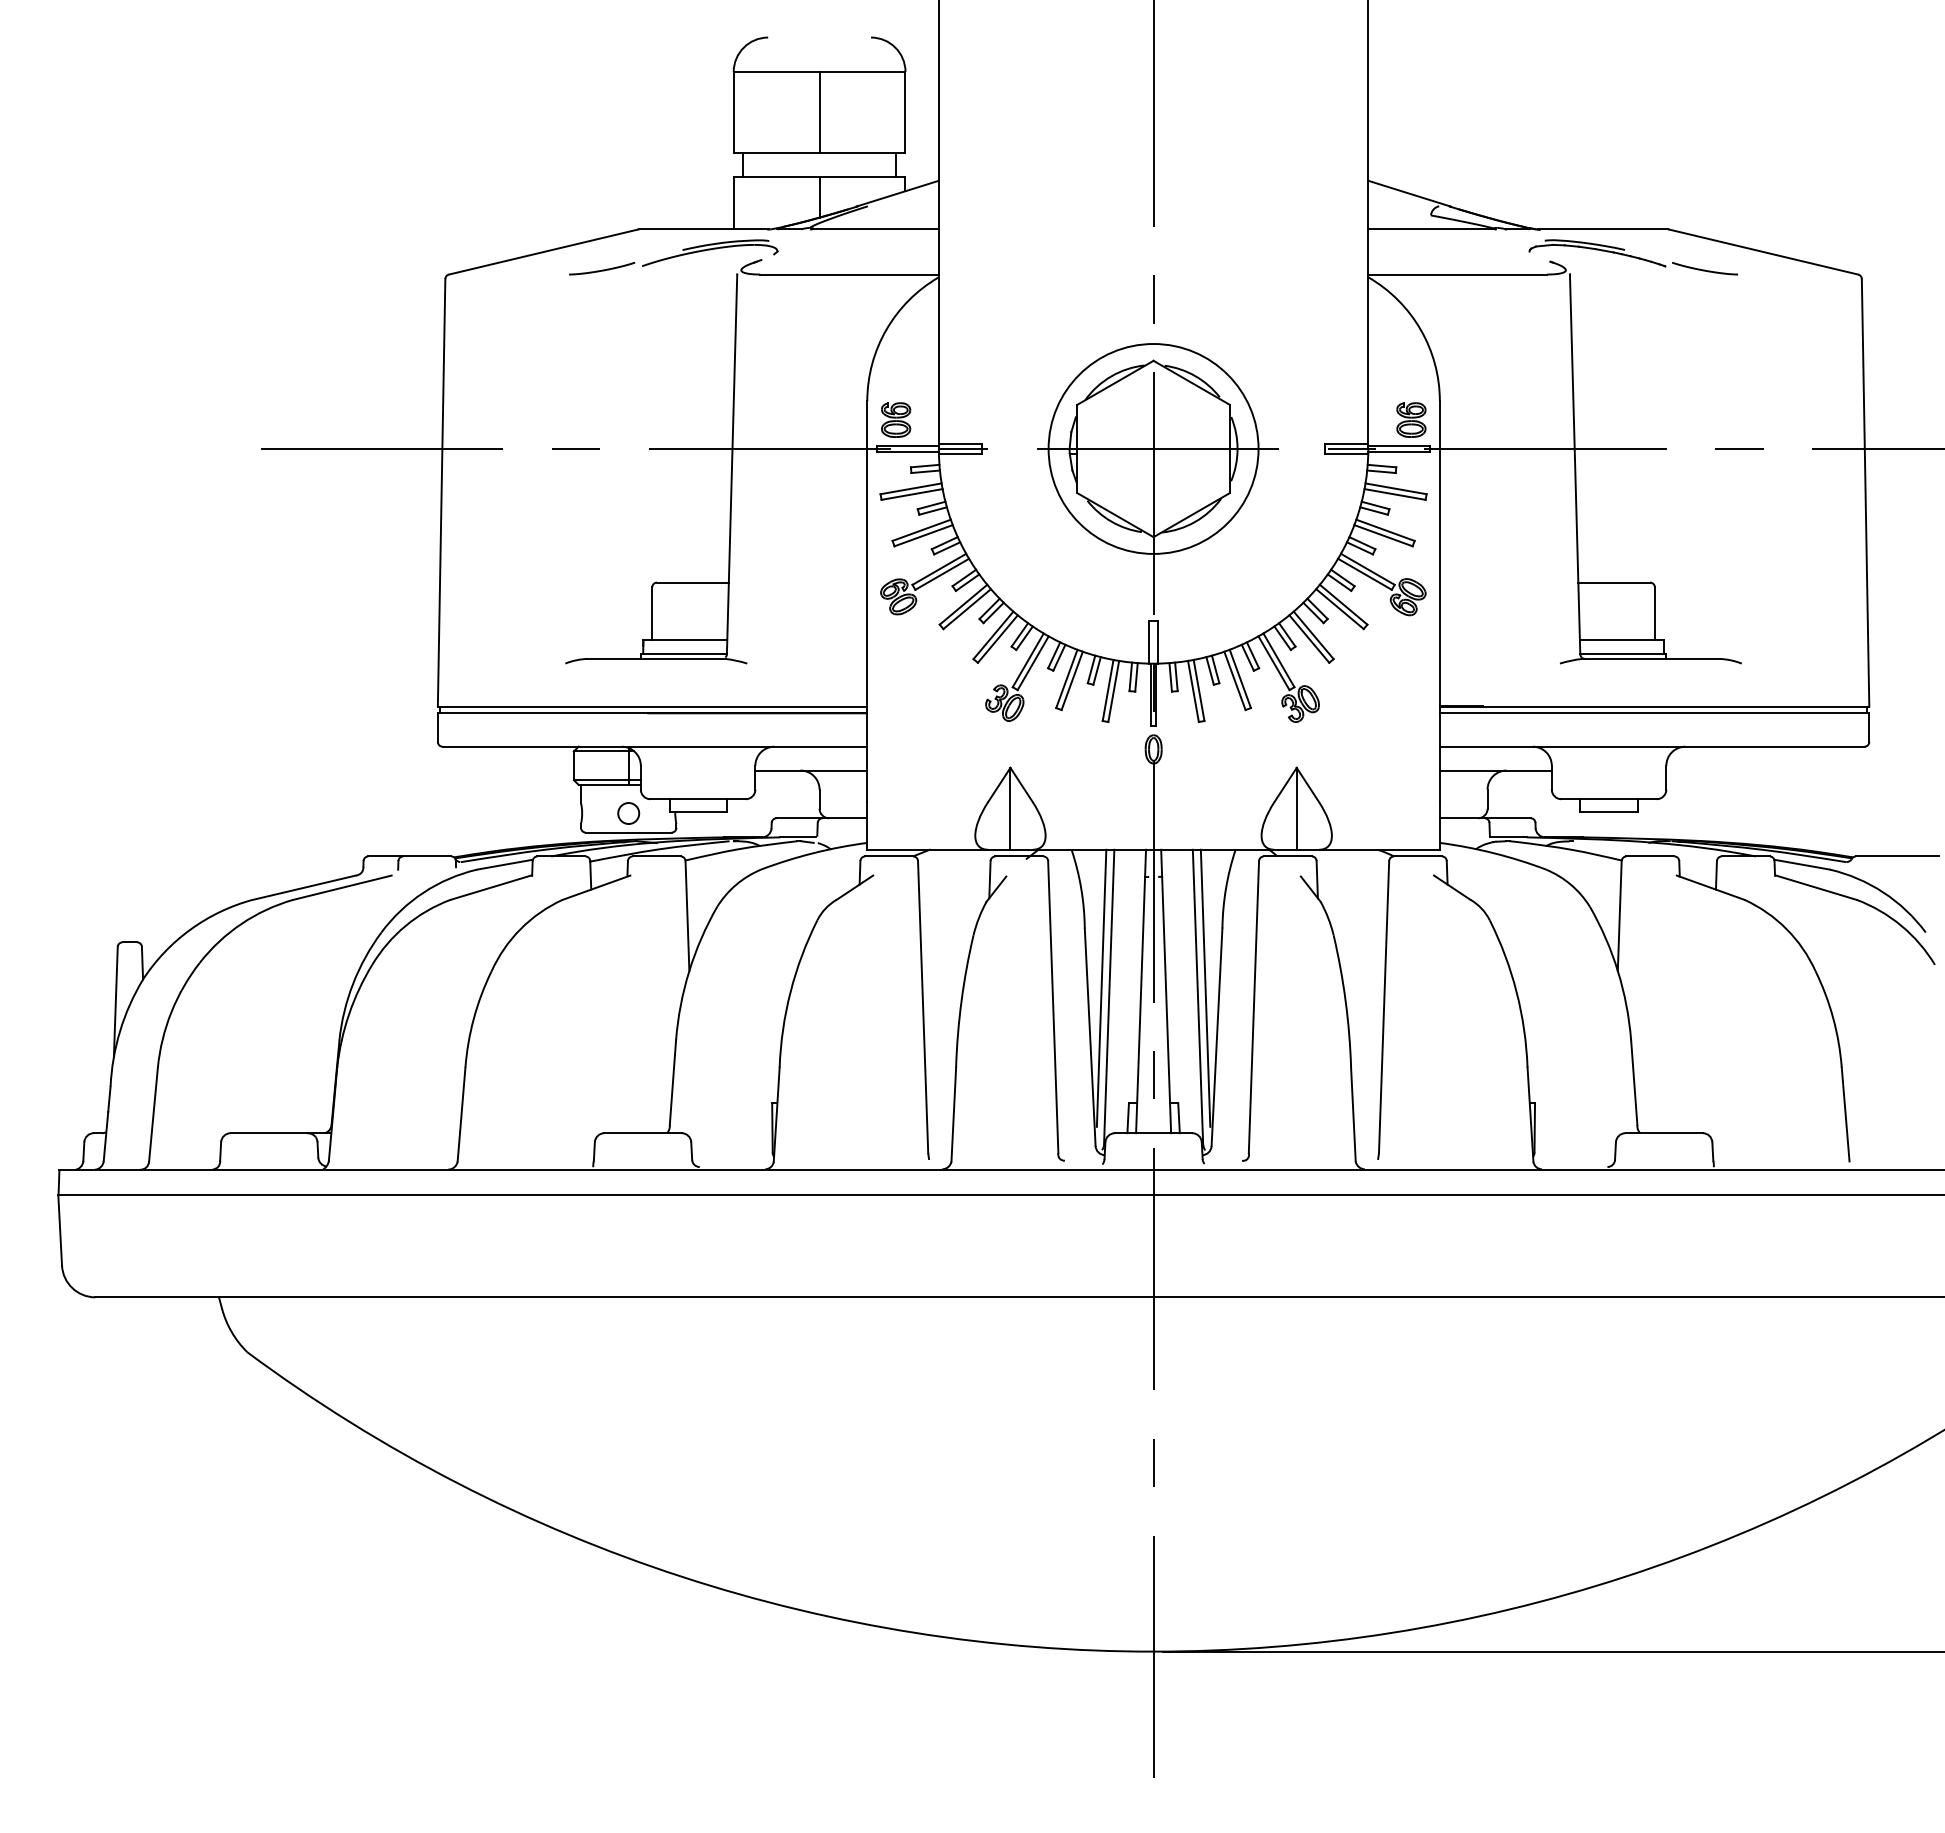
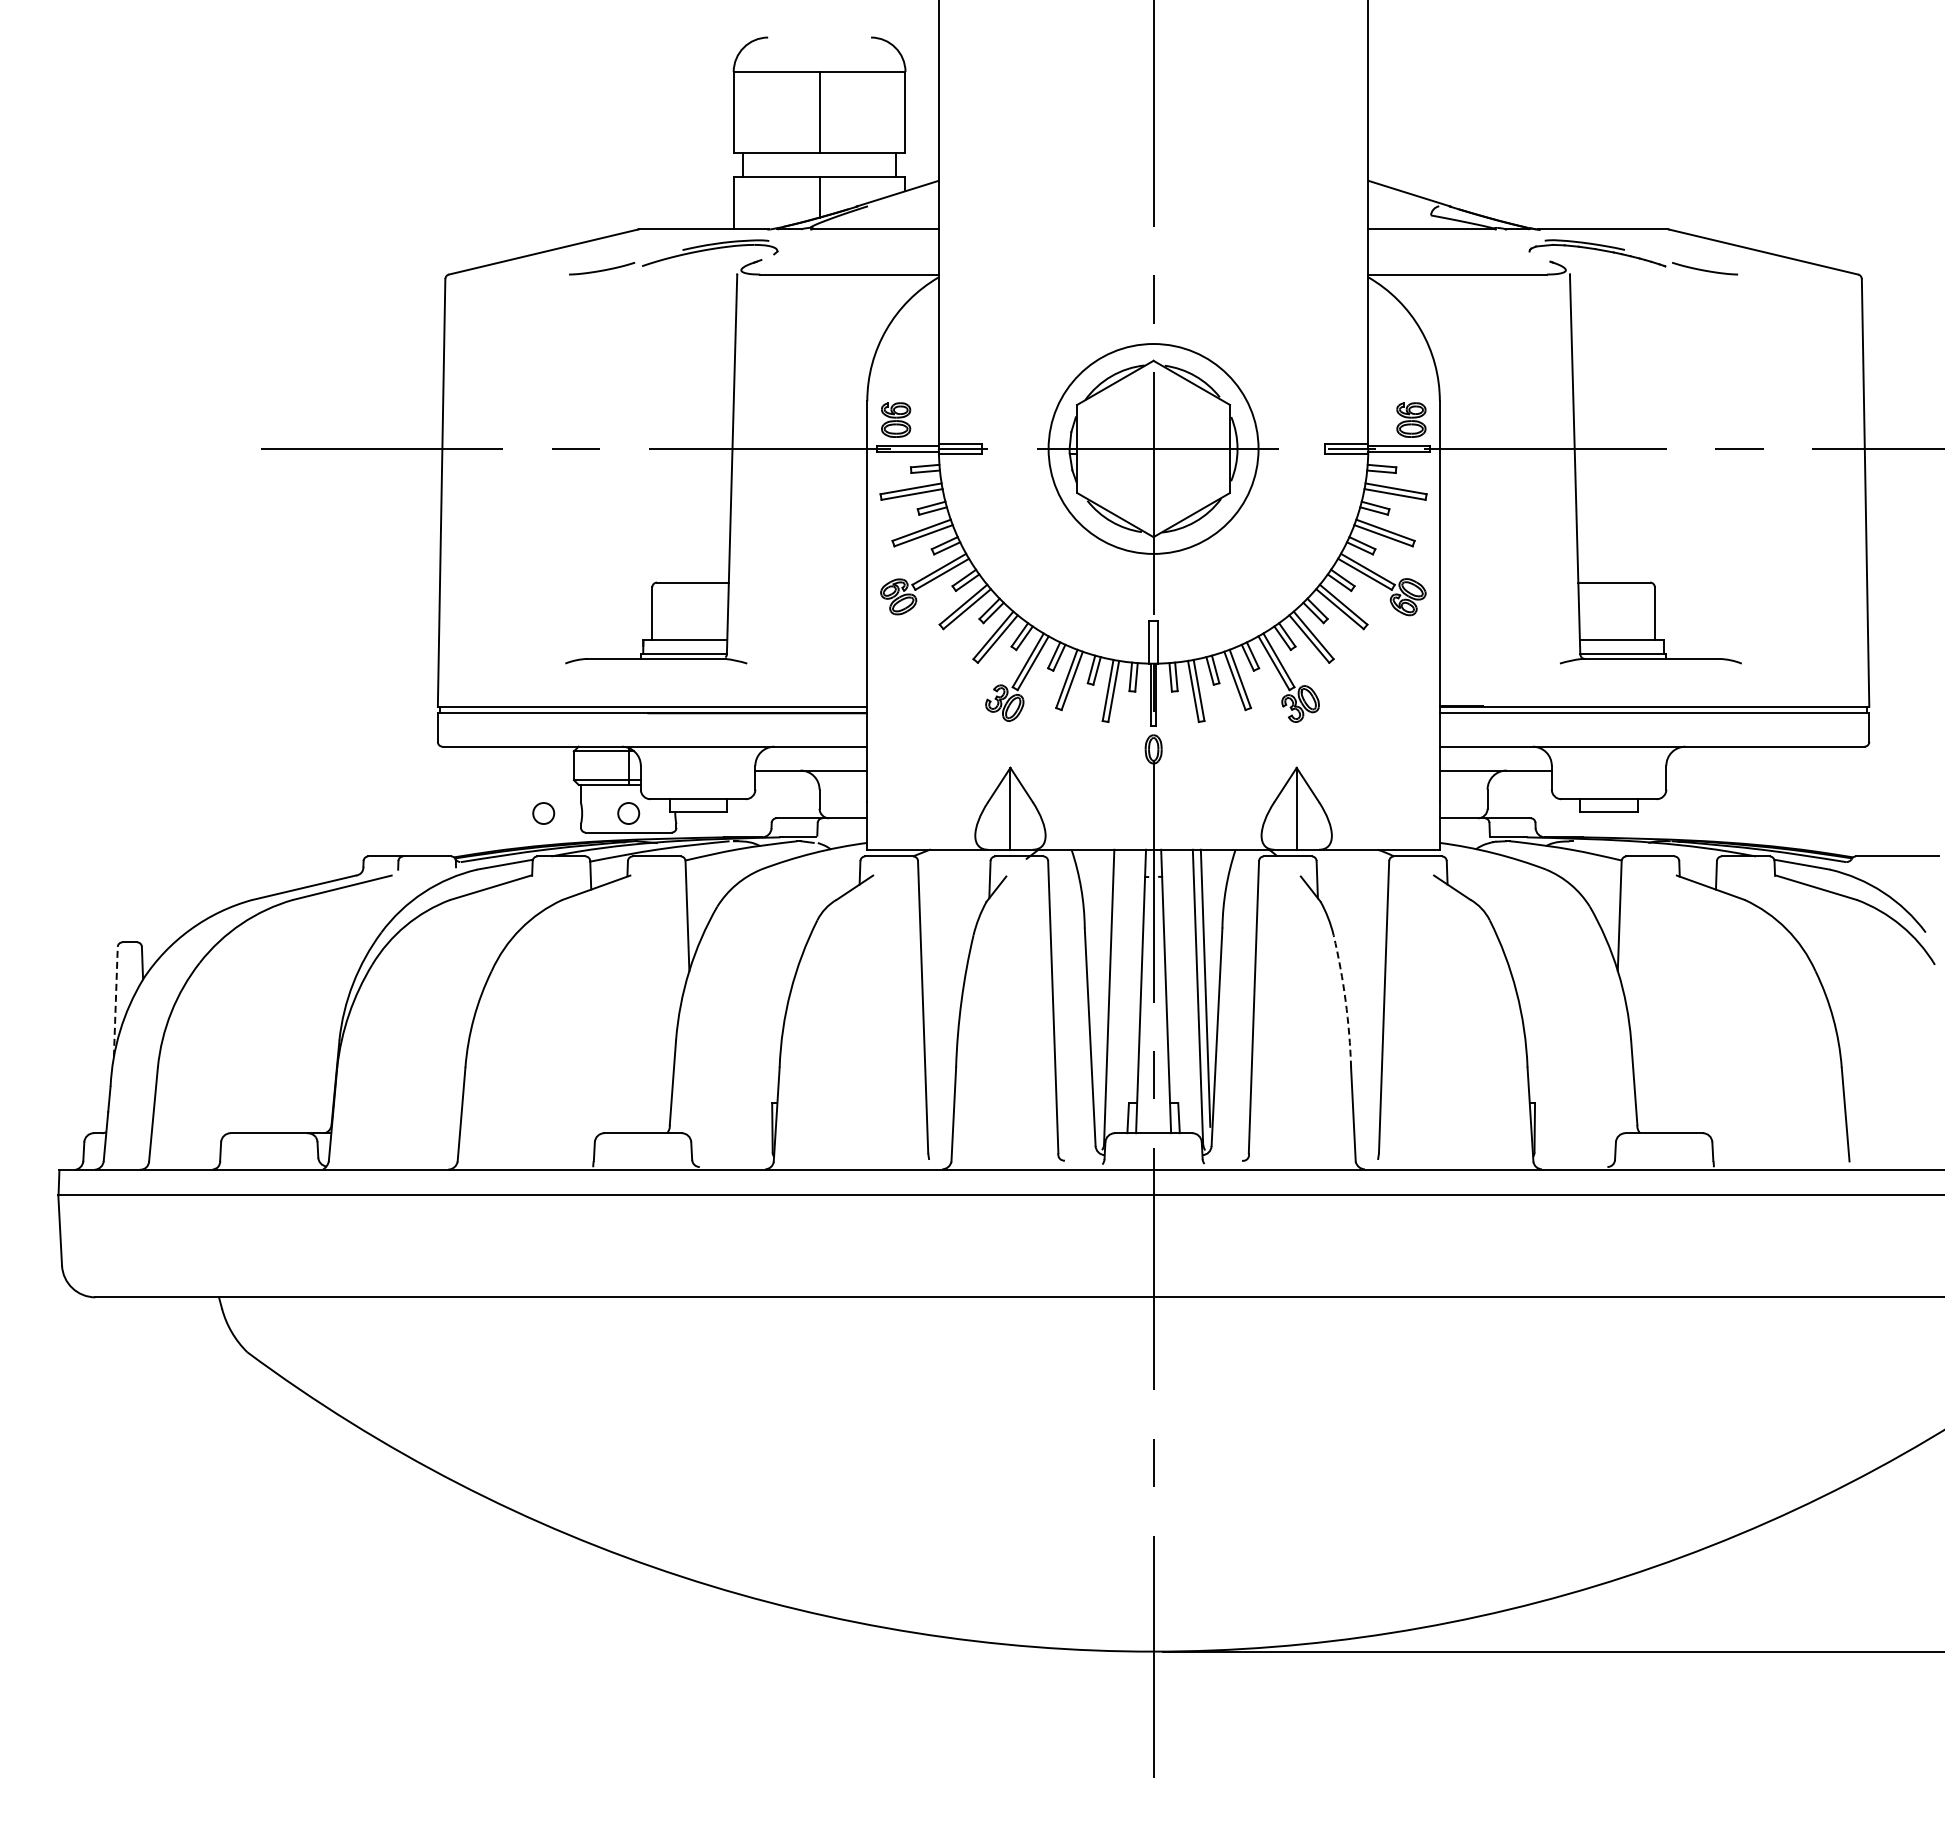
circle at (543, 813): none -> present
line at (1101, 987): present -> none
line at (115, 1001): solid -> dashed
arc at (1345, 1001): solid -> dashed
